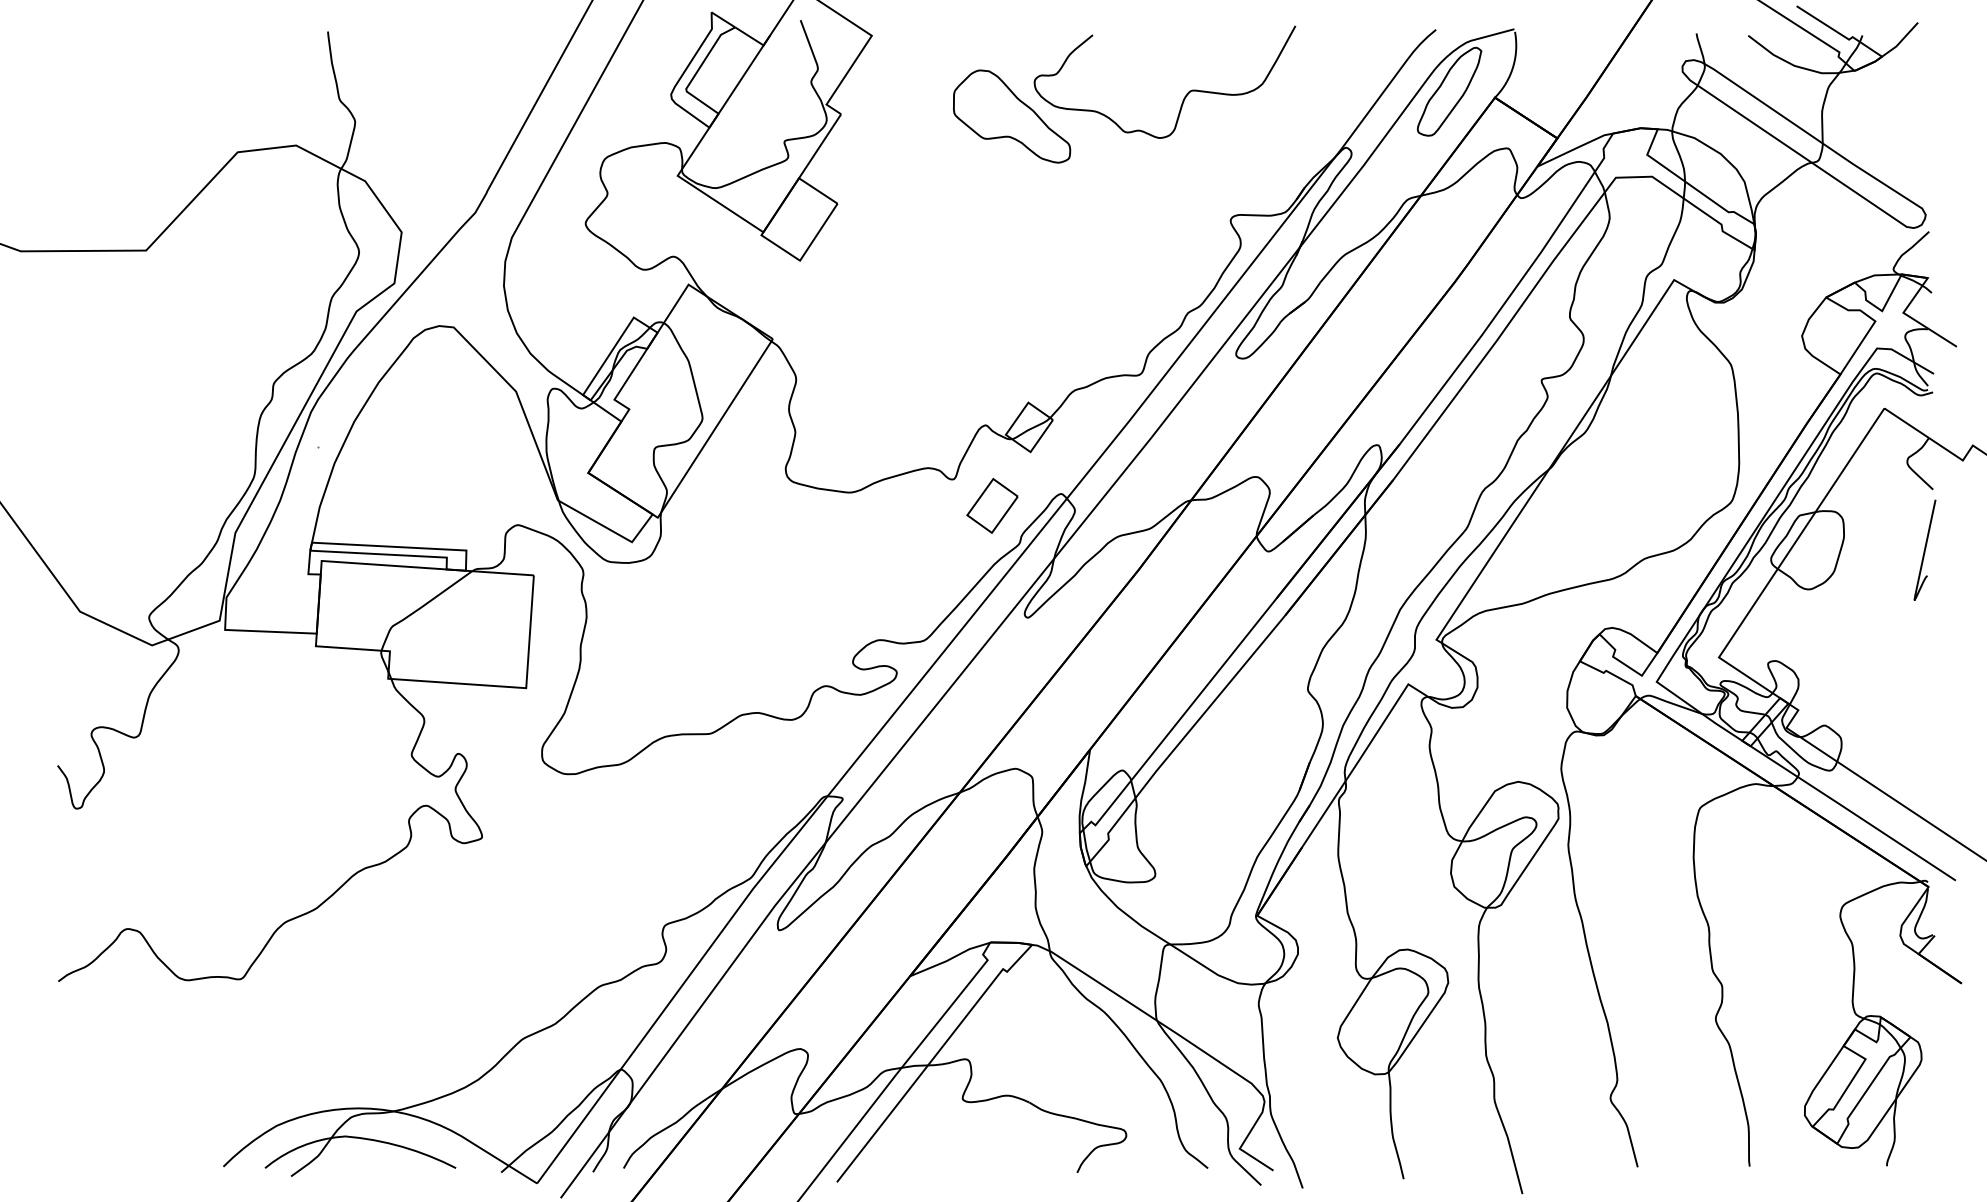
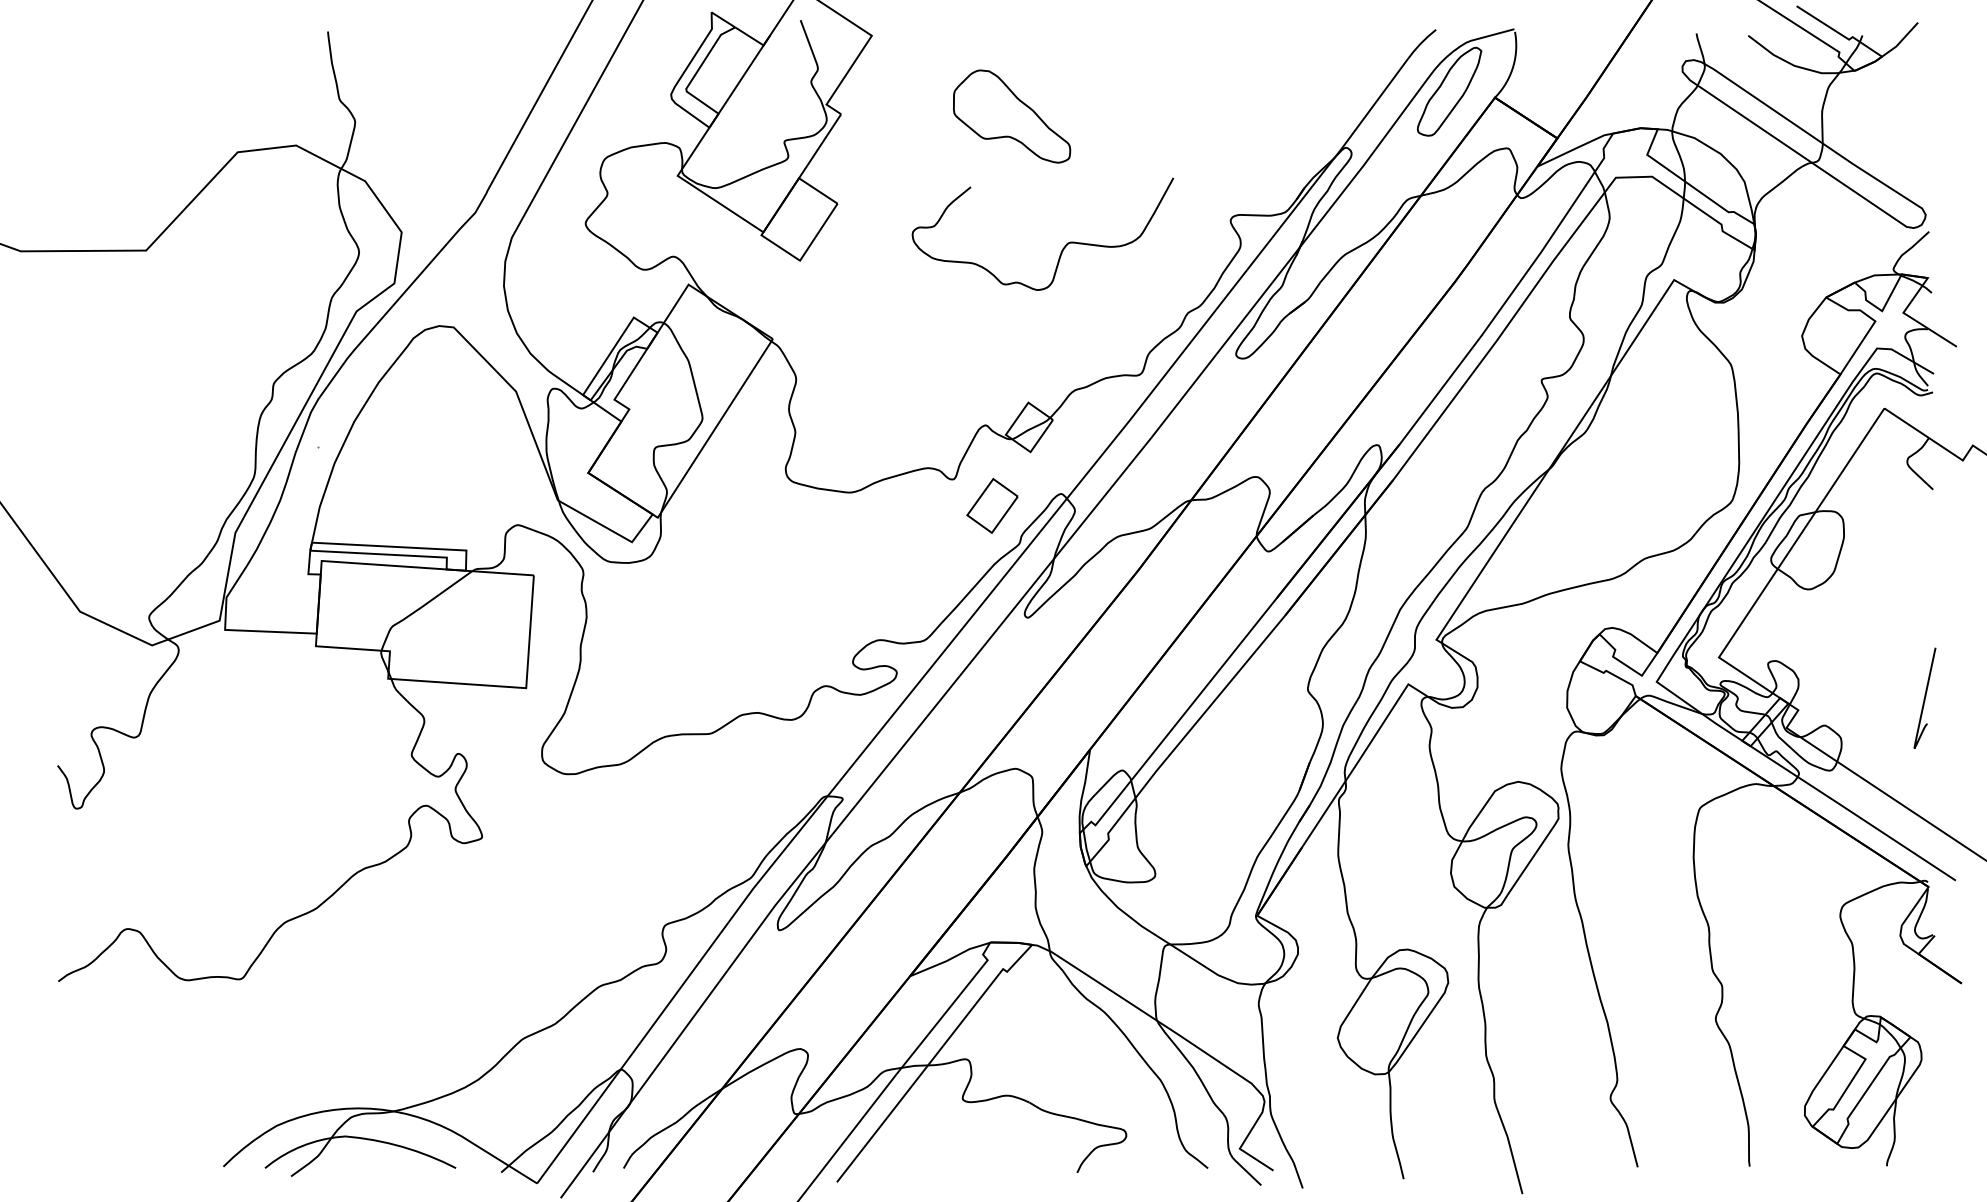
curve at (1184, 96) position: (1184, 96) -> (1062, 248)
curve at (1924, 549) position: (1924, 549) -> (1924, 697)
